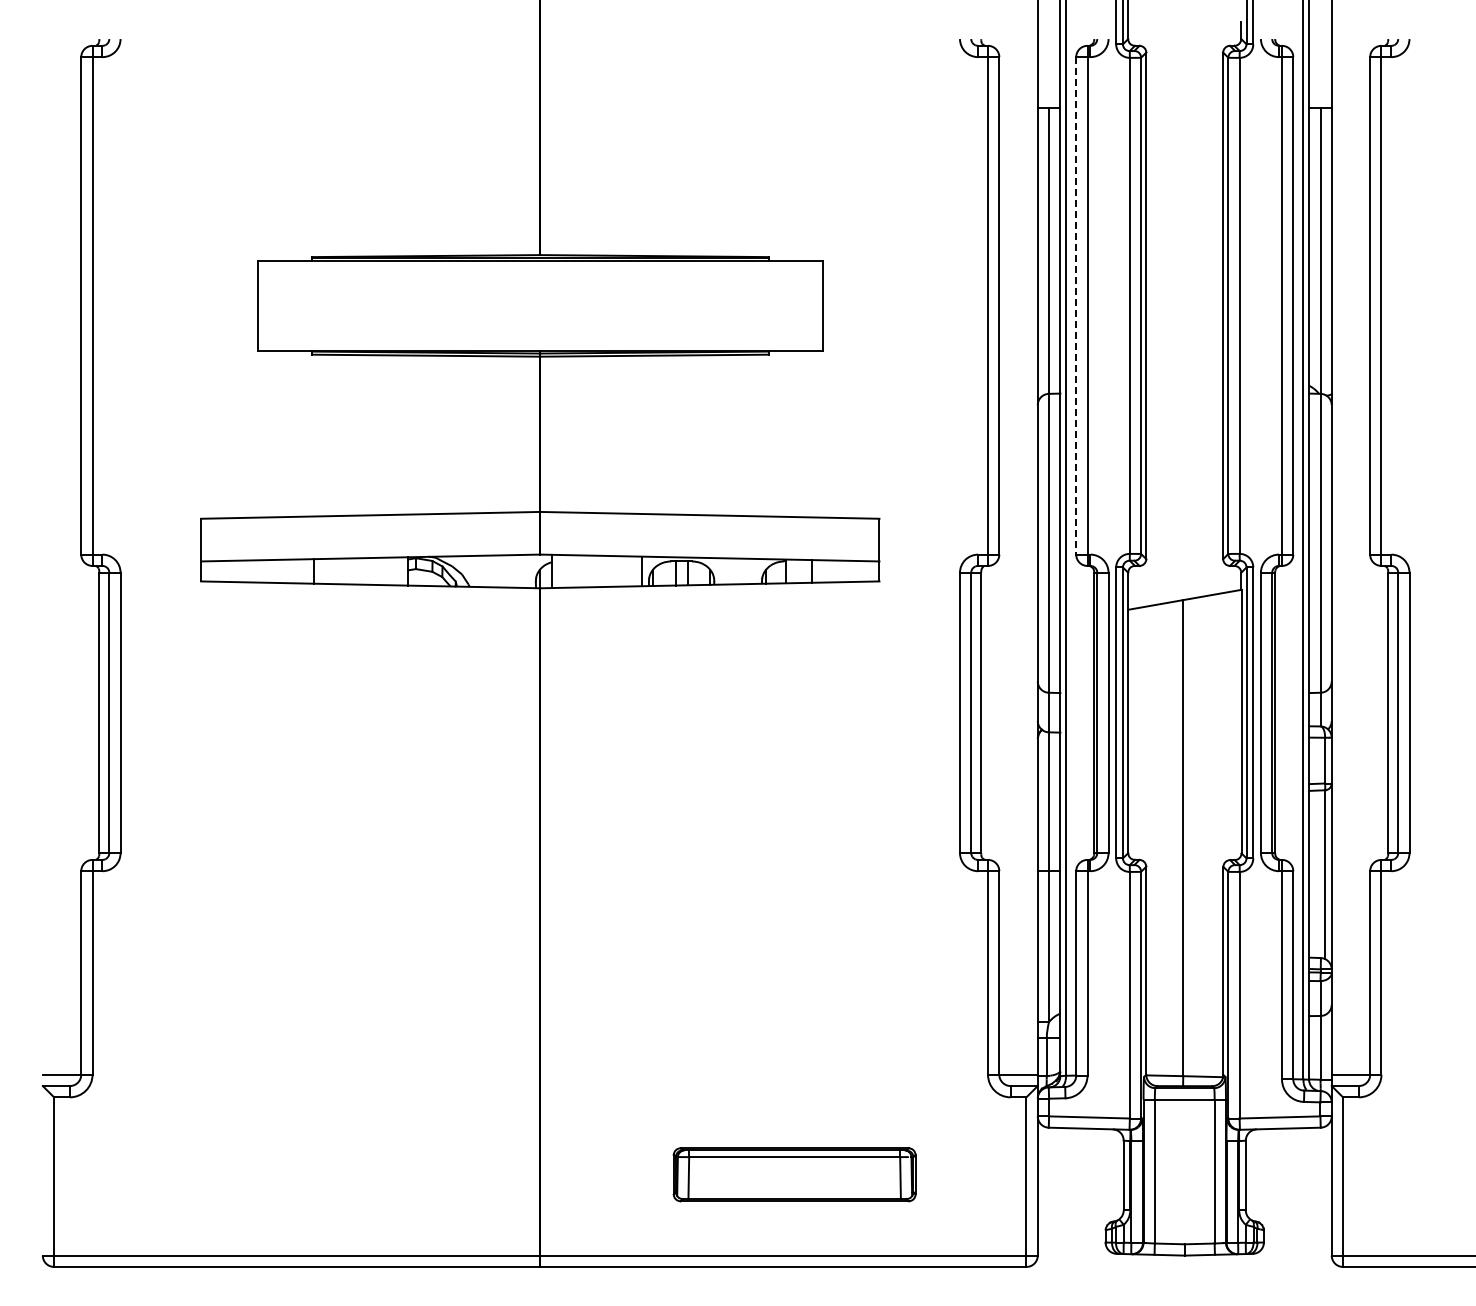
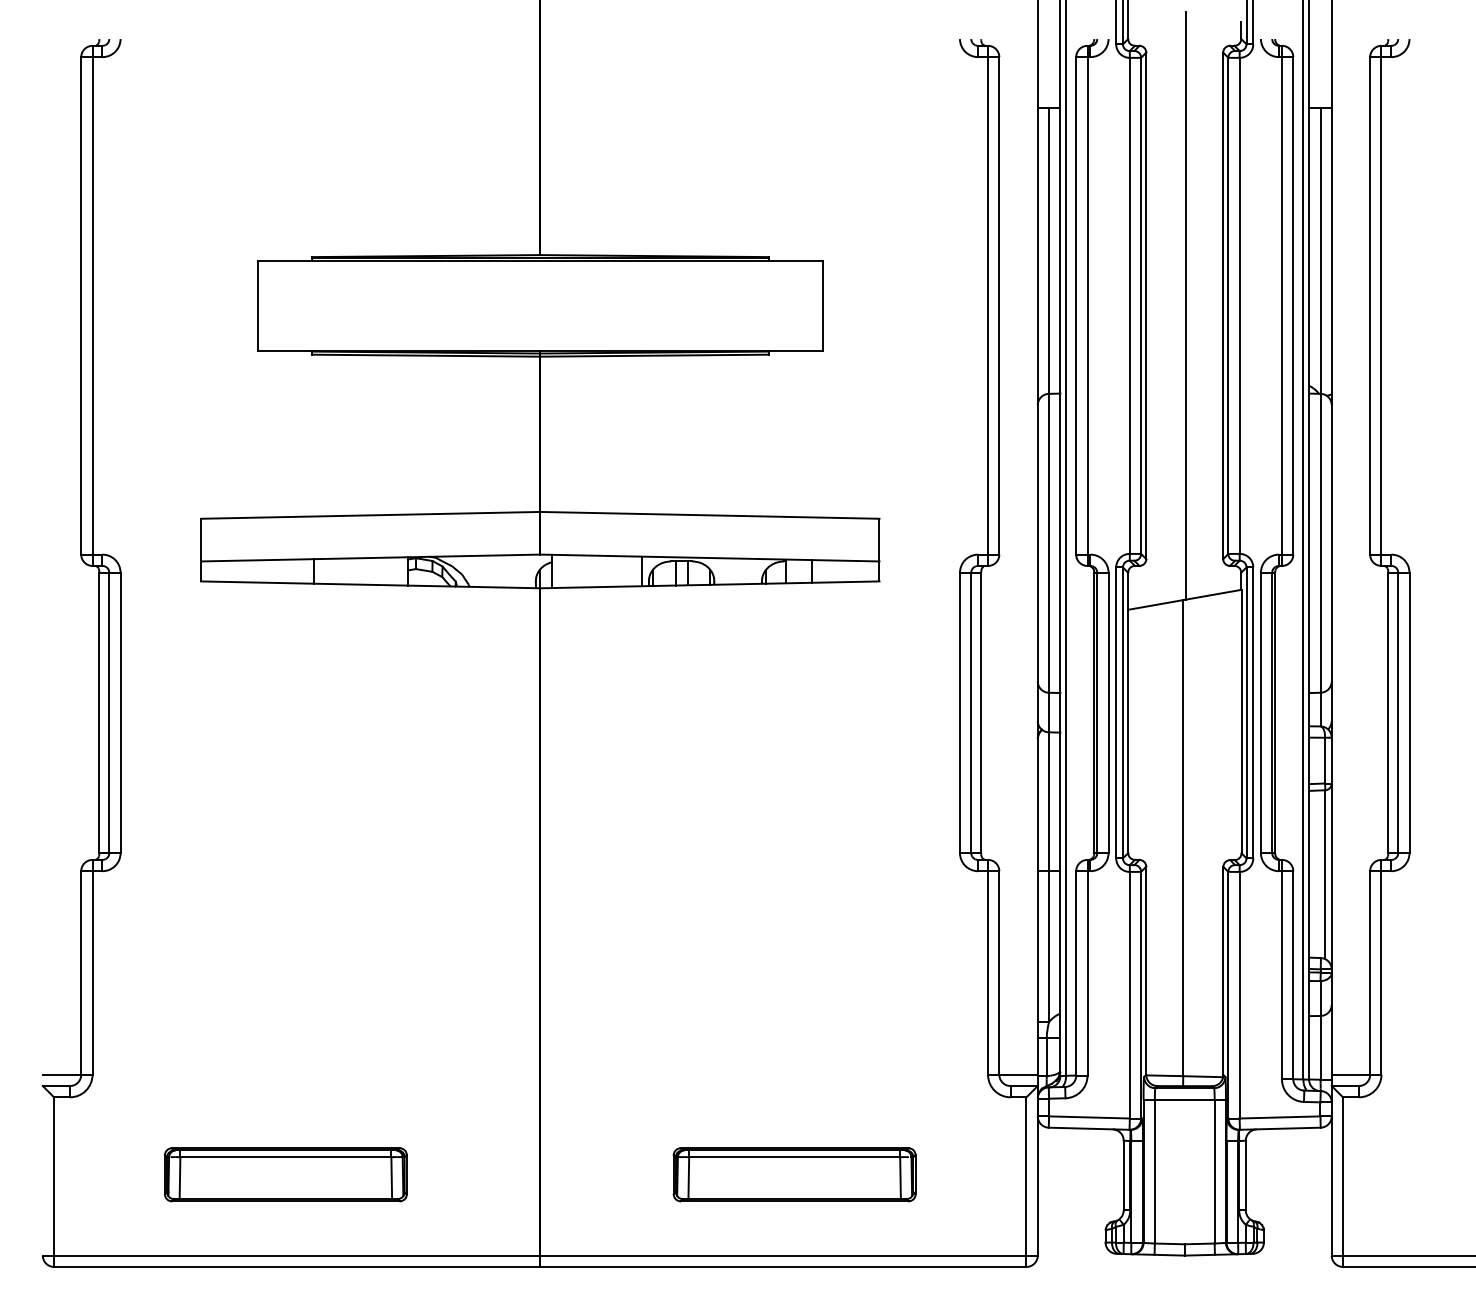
line at (1076, 305): dashed -> solid
line at (1186, 305): none -> present
part at (285, 1174): none -> present
